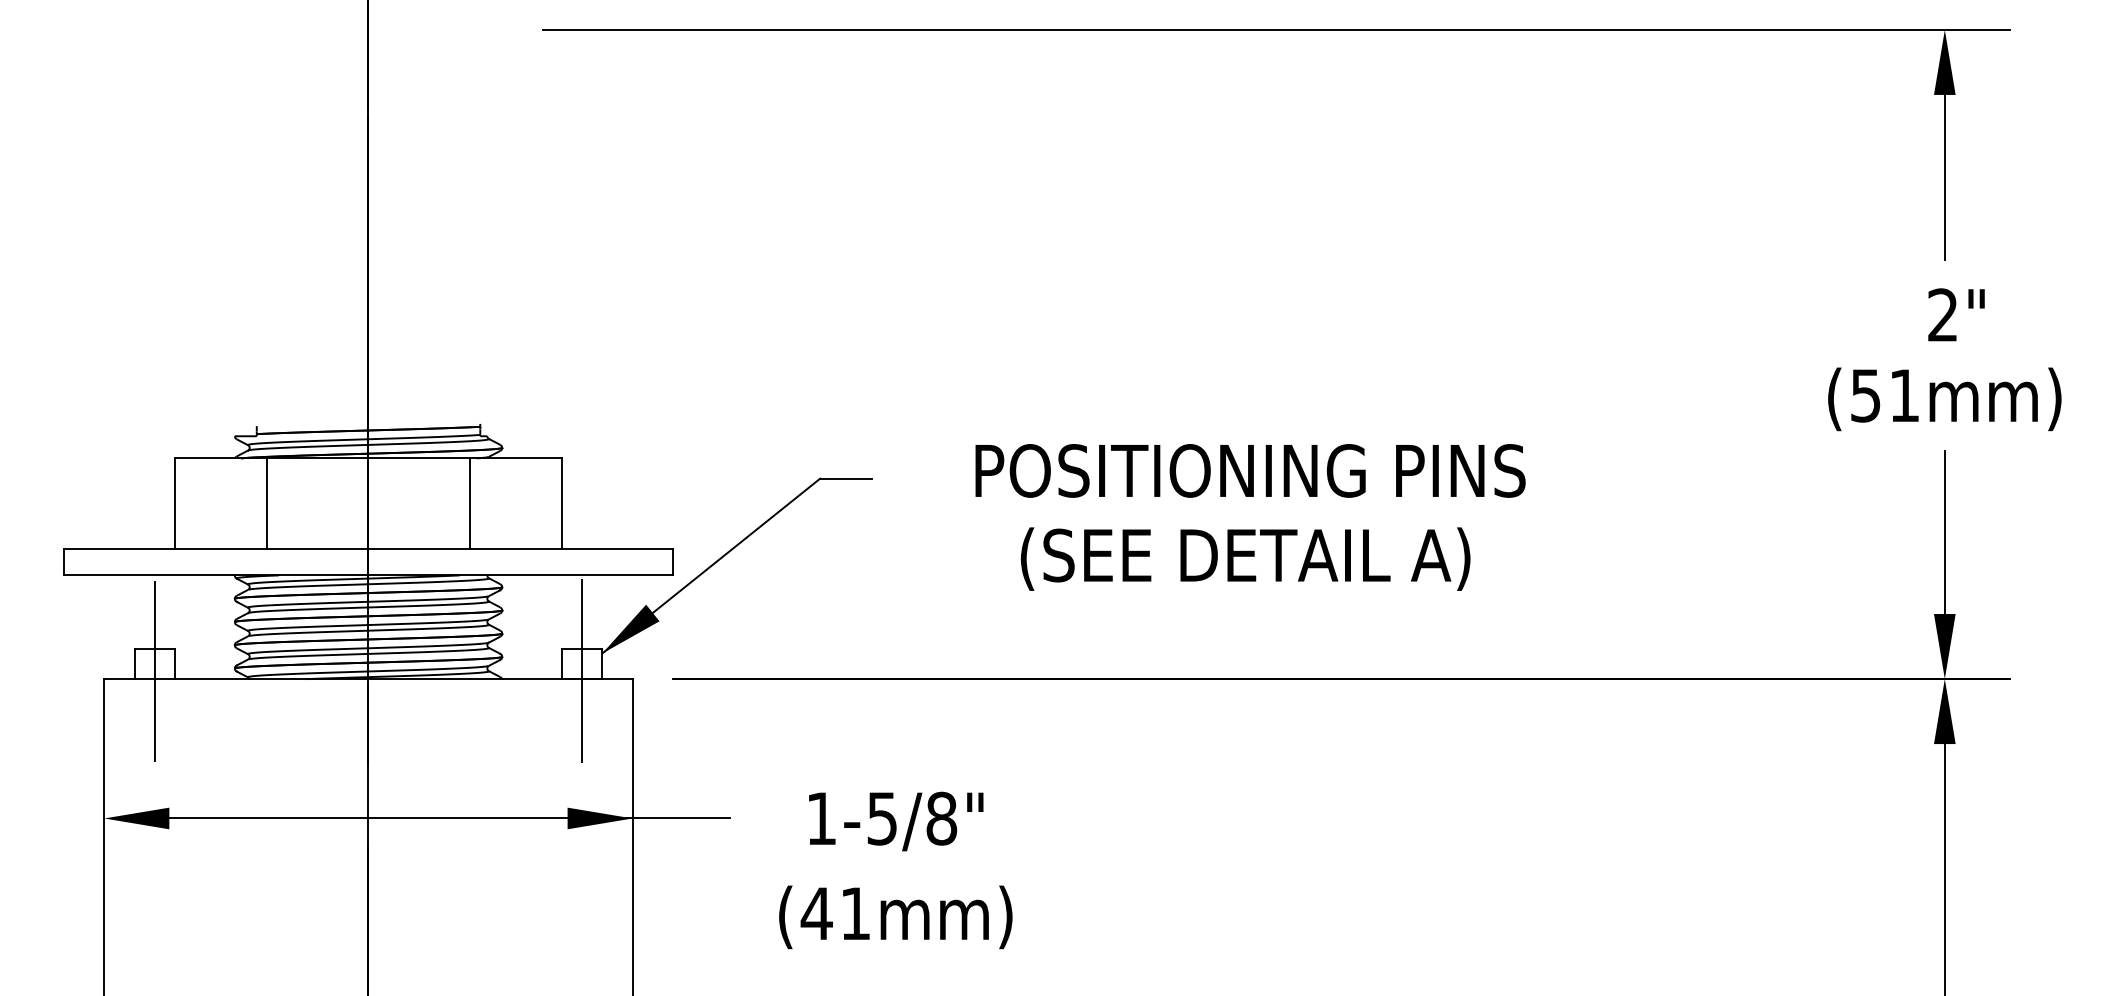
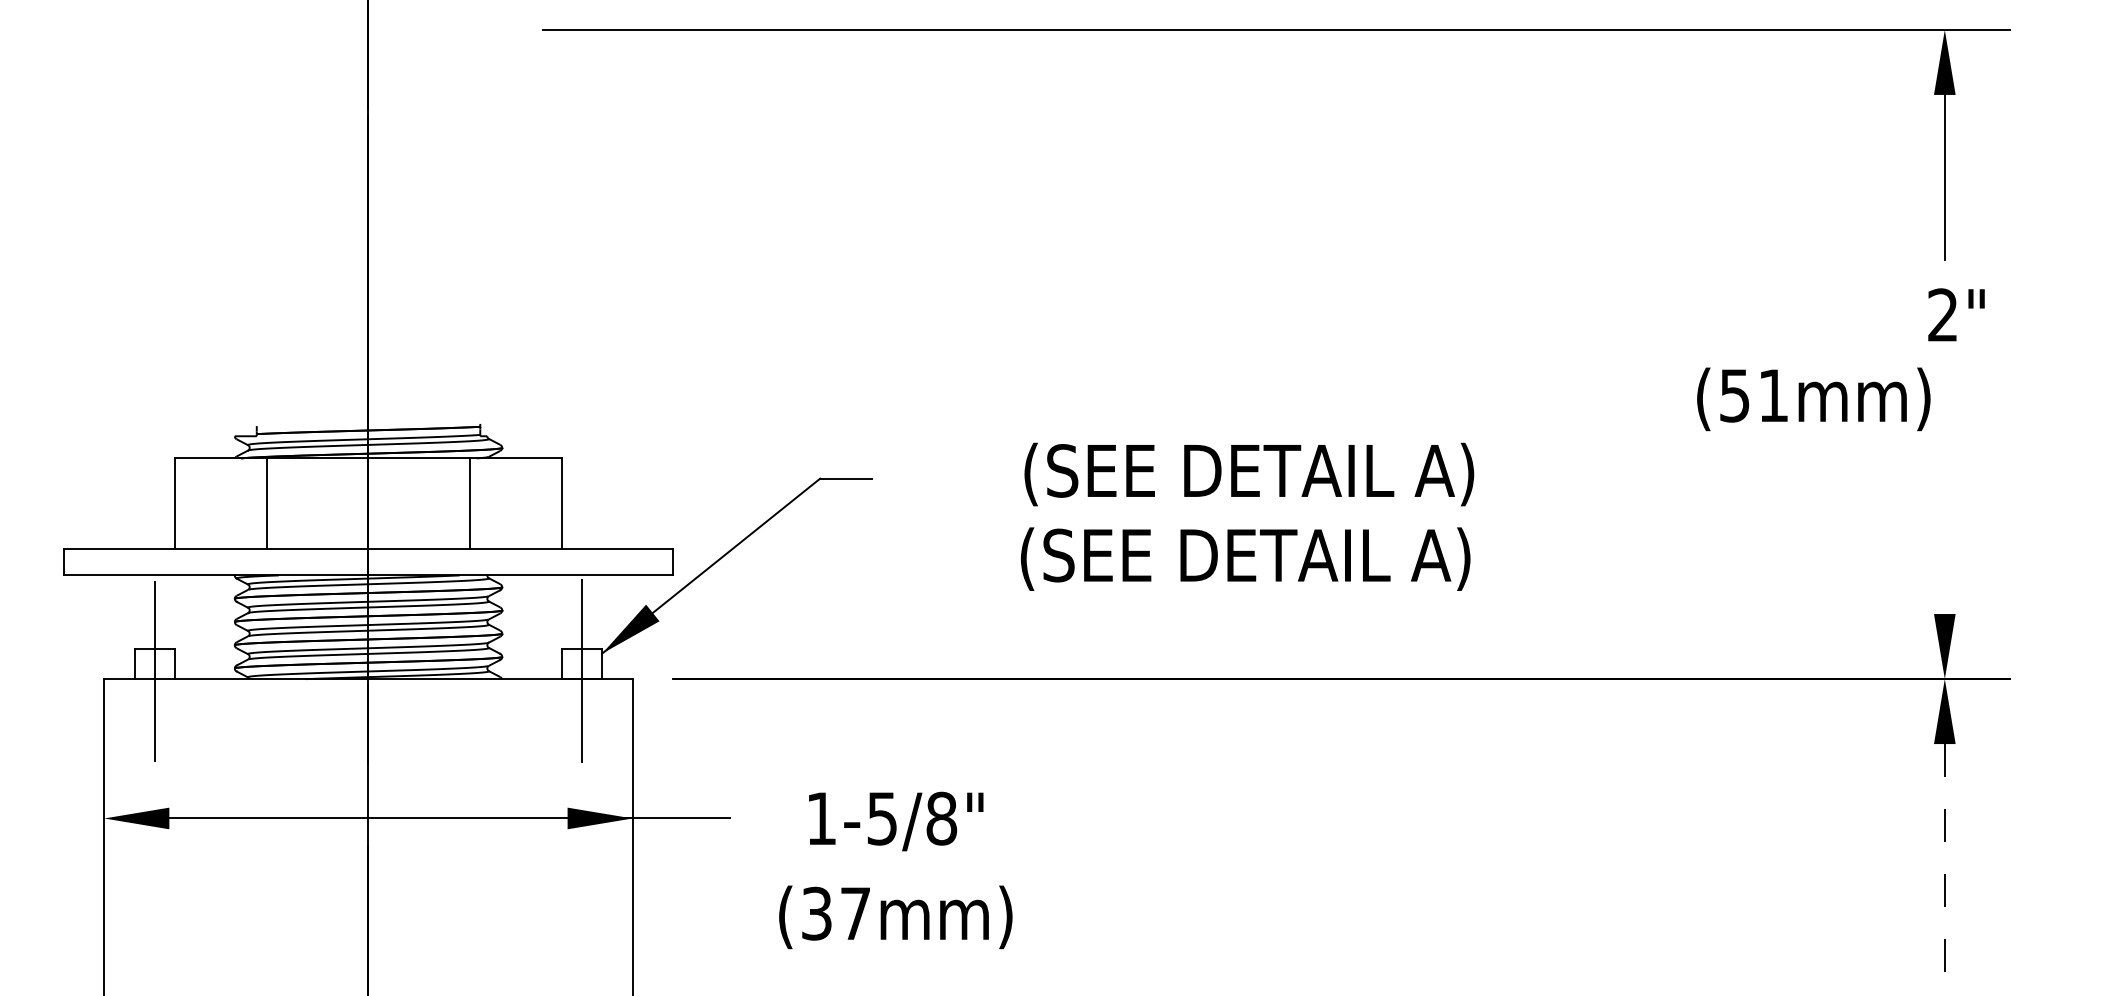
text at (1944, 399) position: (1944, 399) -> (1813, 399)
text at (1250, 474): POSITIONING PINS -> (SEE DETAIL A)
line at (1944, 532): present -> none
line at (1944, 869): solid -> dashed
text at (834, 913): (41mm) -> (37mm)
